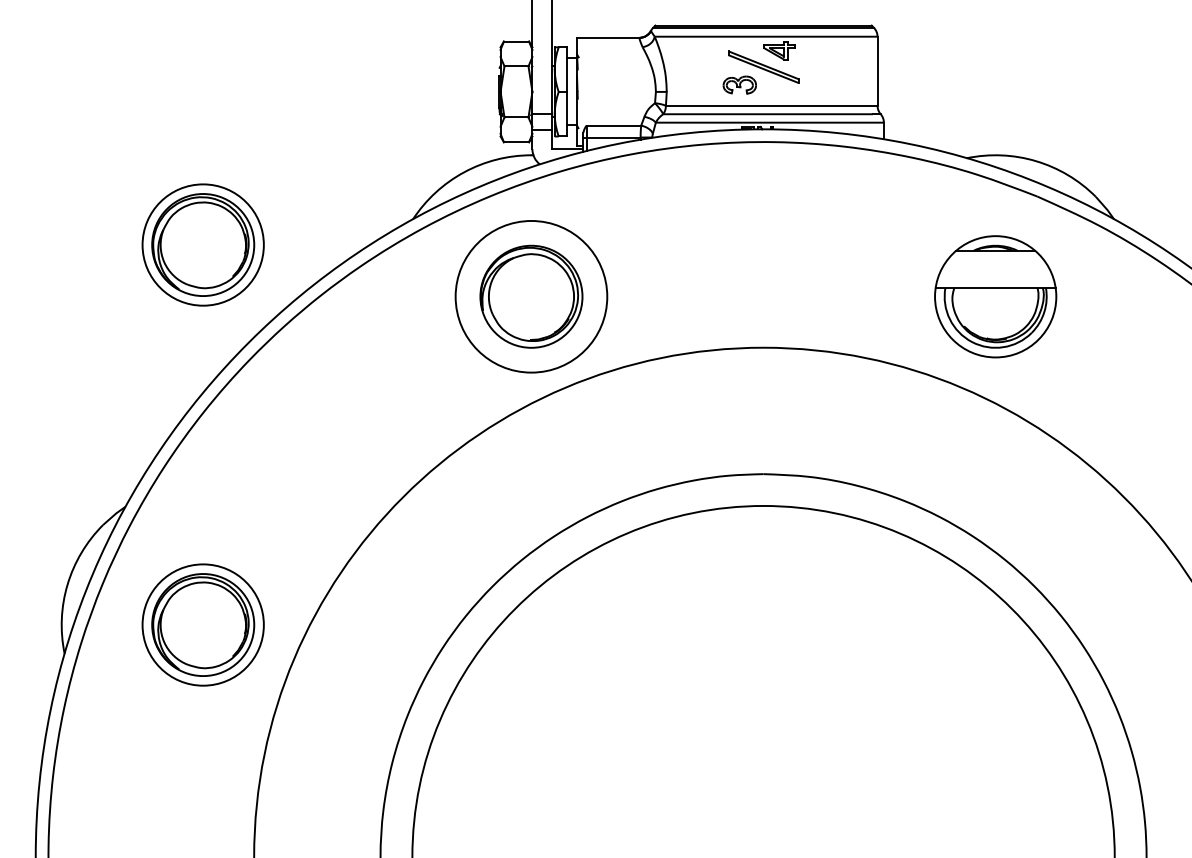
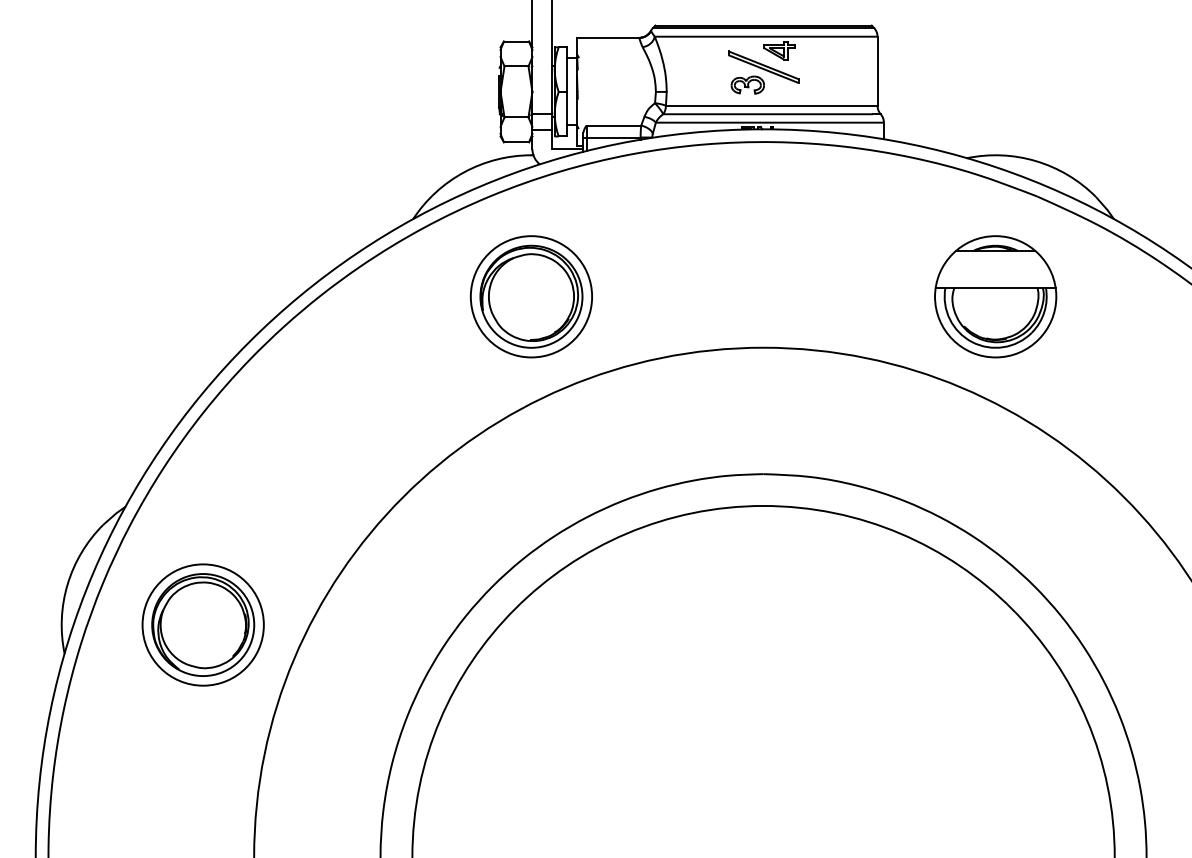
part at (739, 84) position: (739, 84) -> (747, 84)
part at (202, 244): present -> none
circle at (531, 296) diameter: 152 px -> 121 px
